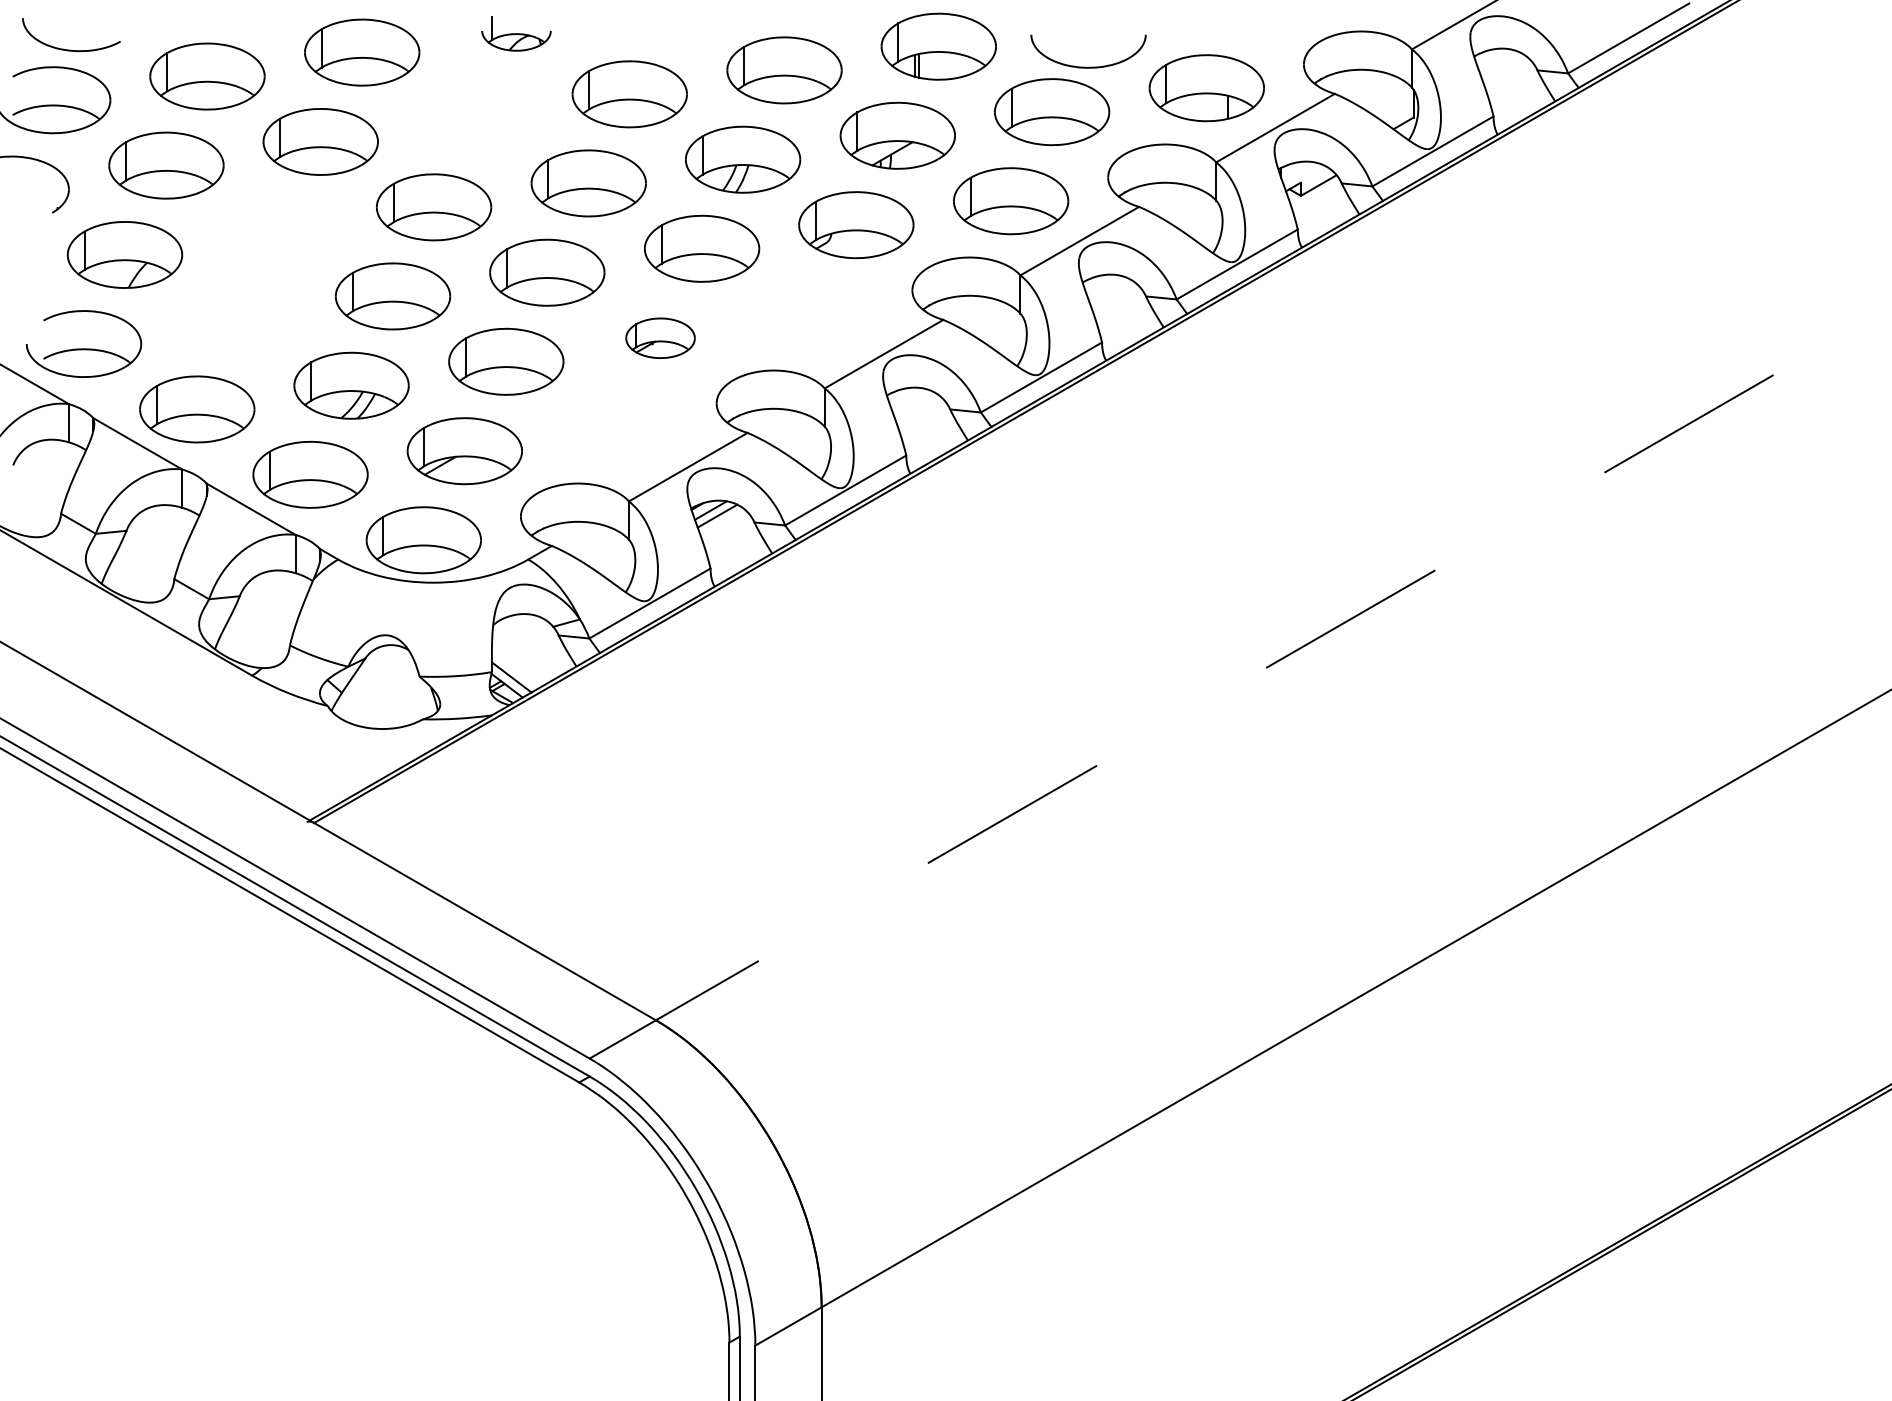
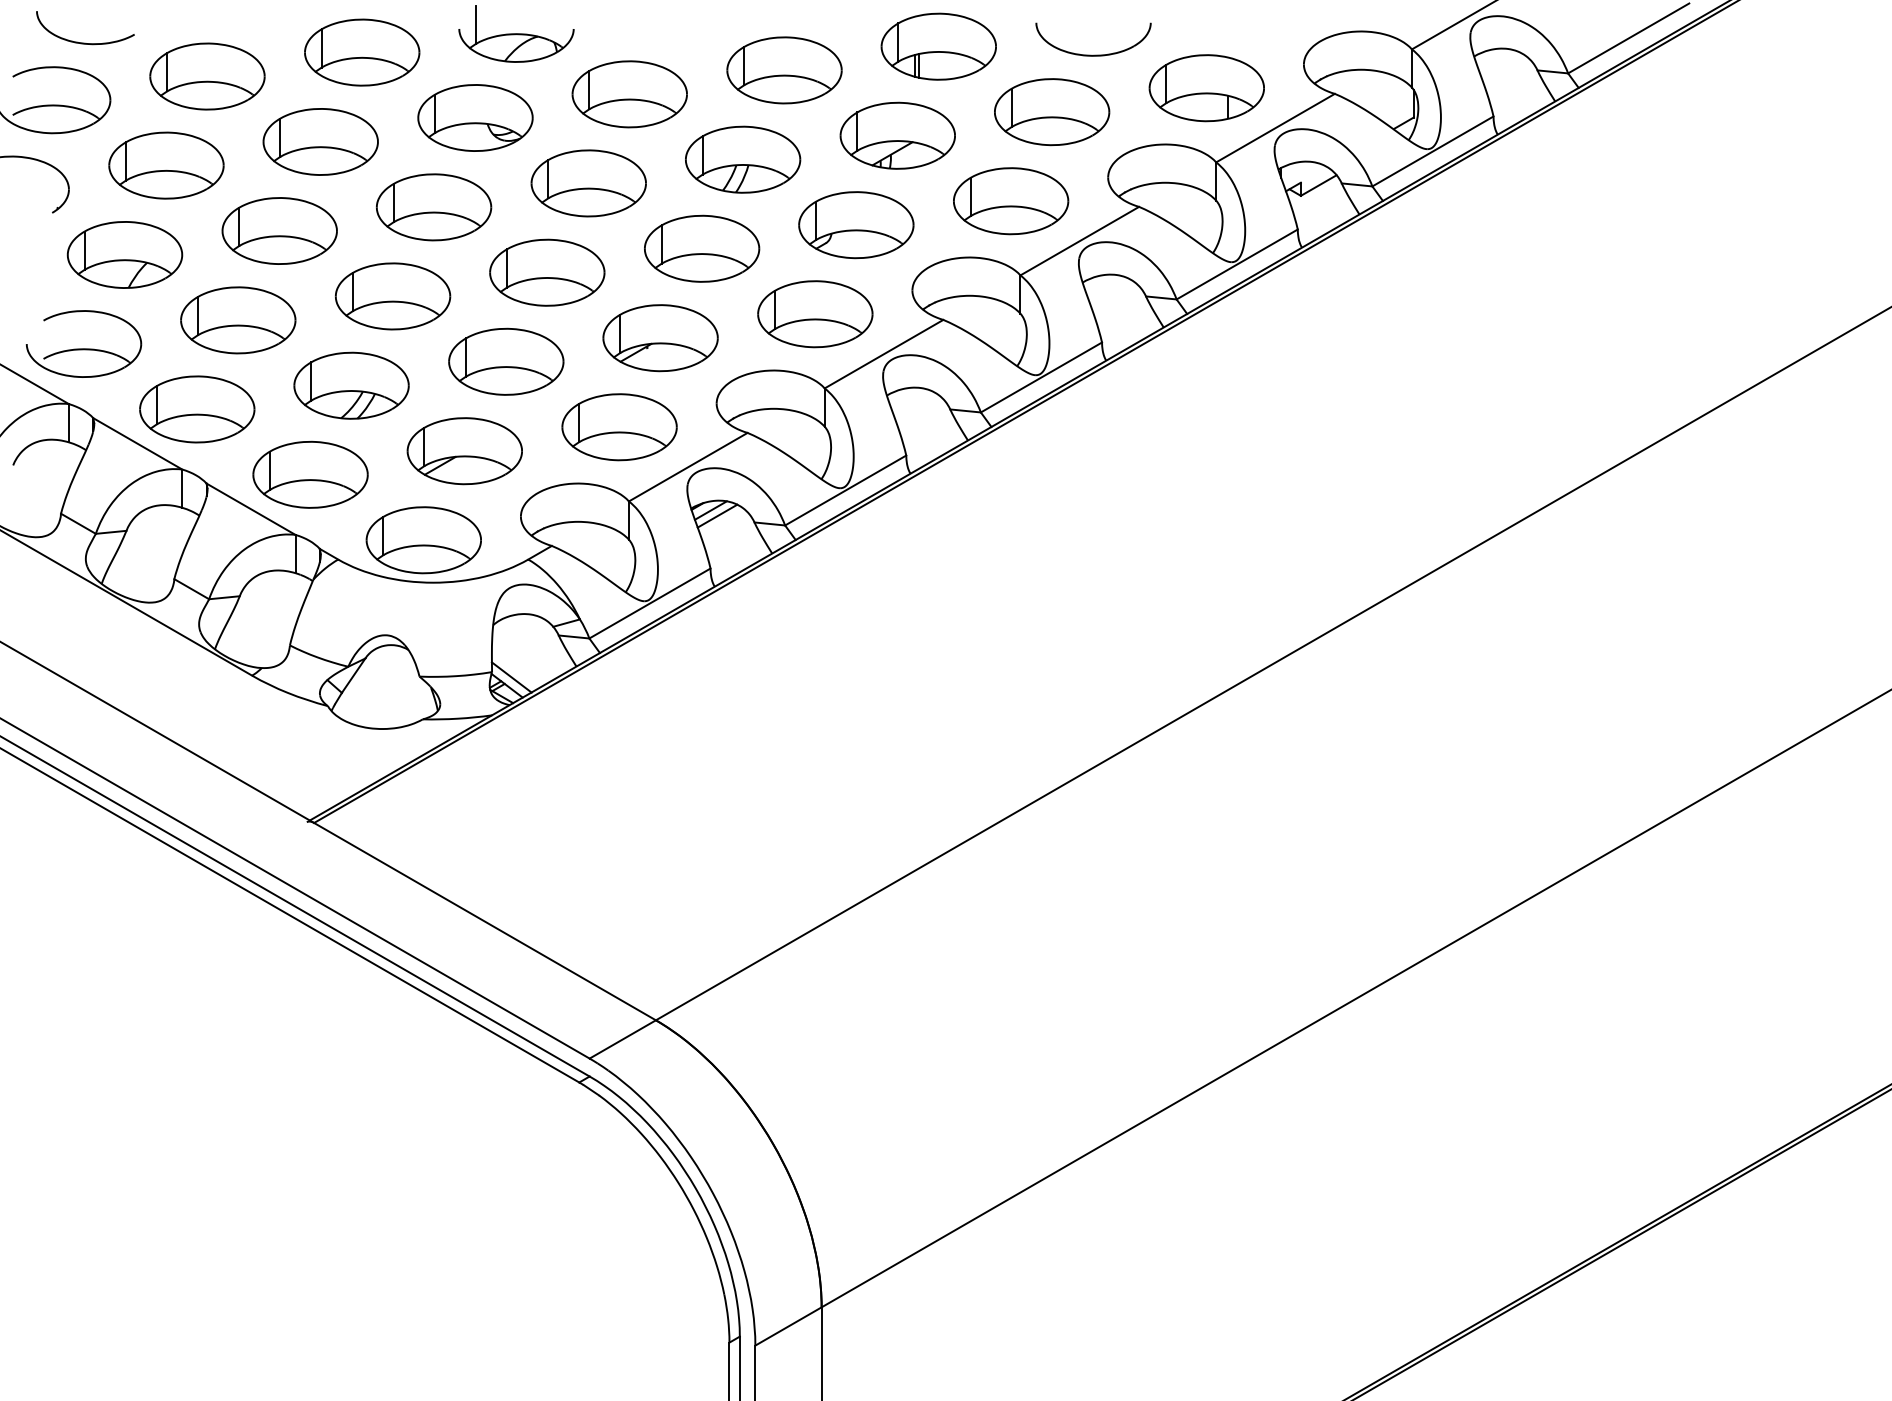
part at (516, 33) size: 71x36 px -> 117x58 px
curve at (71, 49) position: (71, 49) -> (85, 42)
part at (1088, 66) position: (1088, 66) -> (1093, 54)
part at (475, 117): none -> present
part at (279, 230): none -> present
part at (815, 314): none -> present
part at (238, 320): none -> present
part at (660, 337) size: 71x42 px -> 117x69 px
part at (619, 427): none -> present
line at (1240, 682): dashed -> solid
